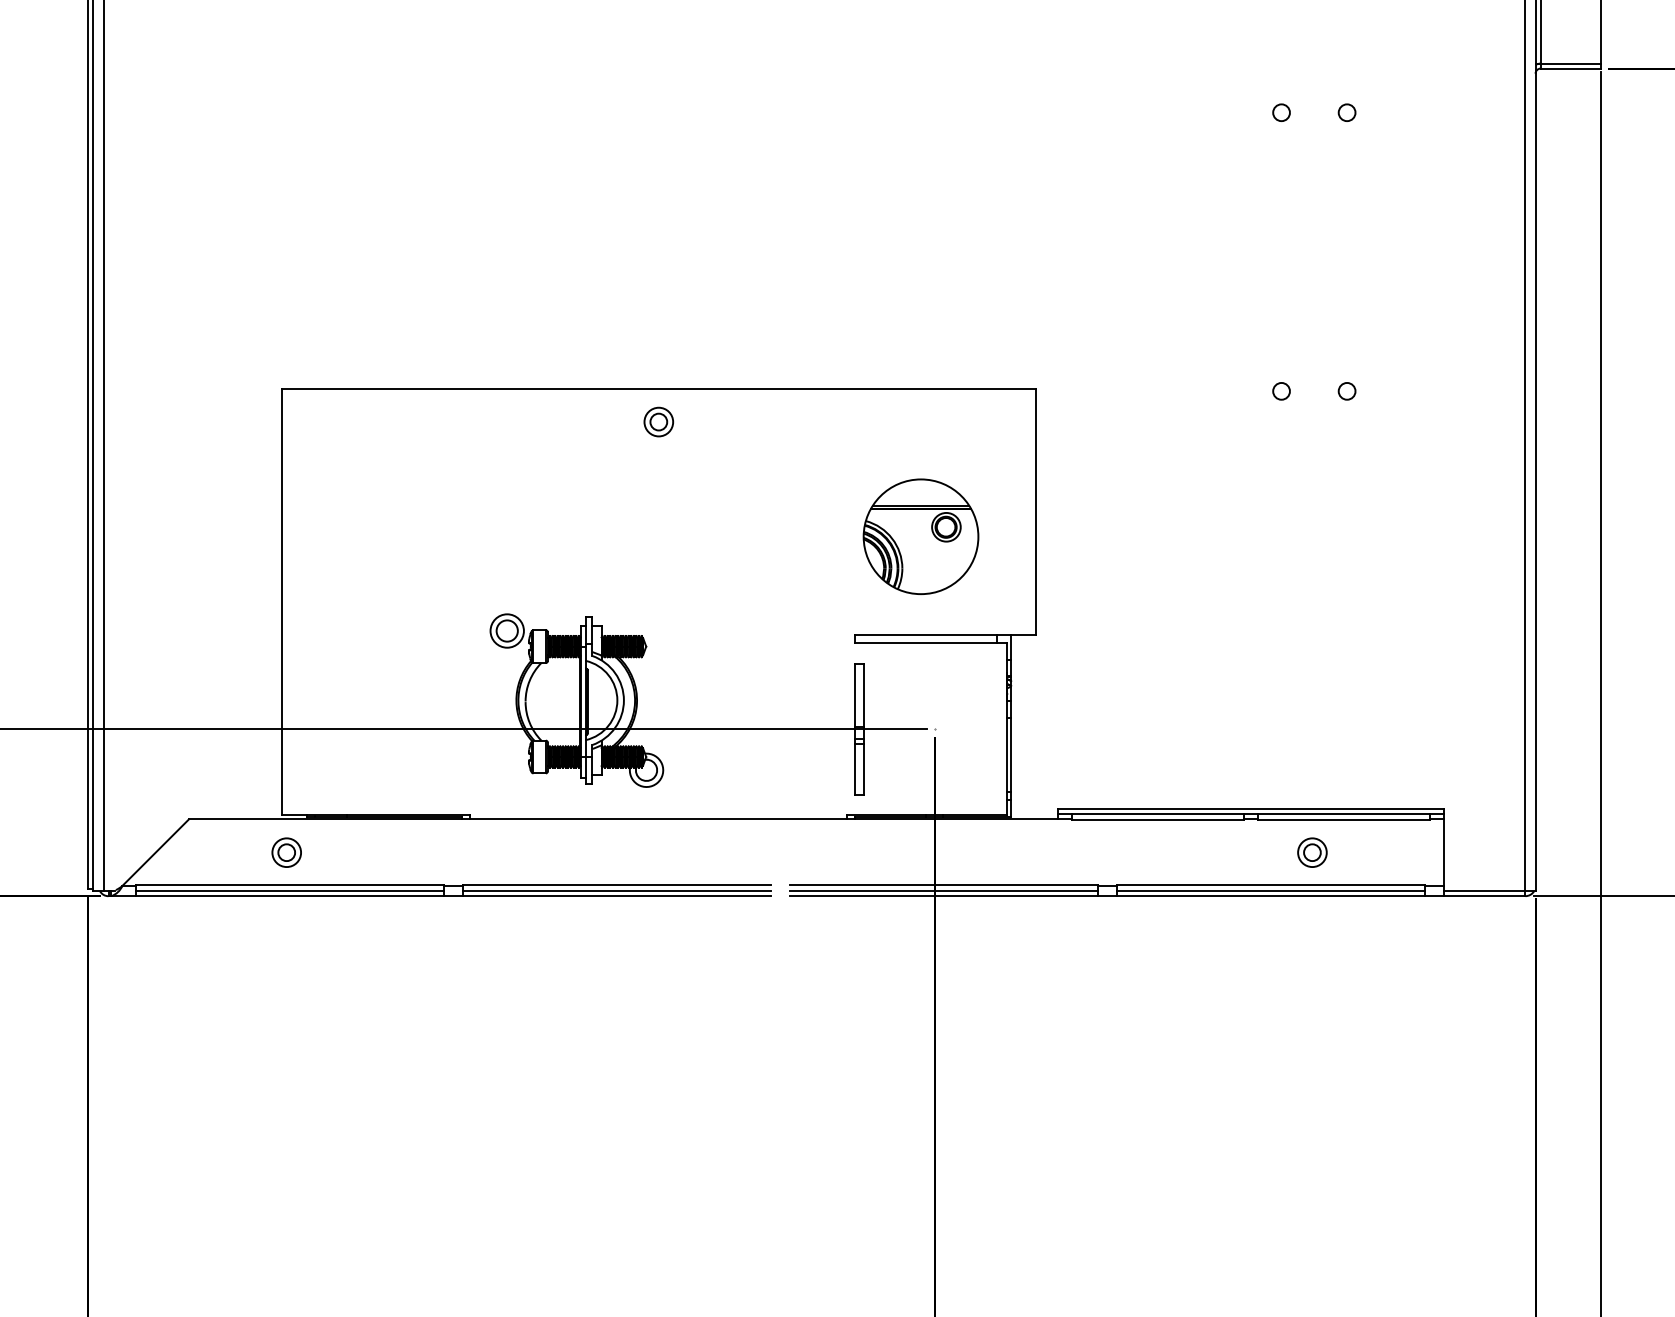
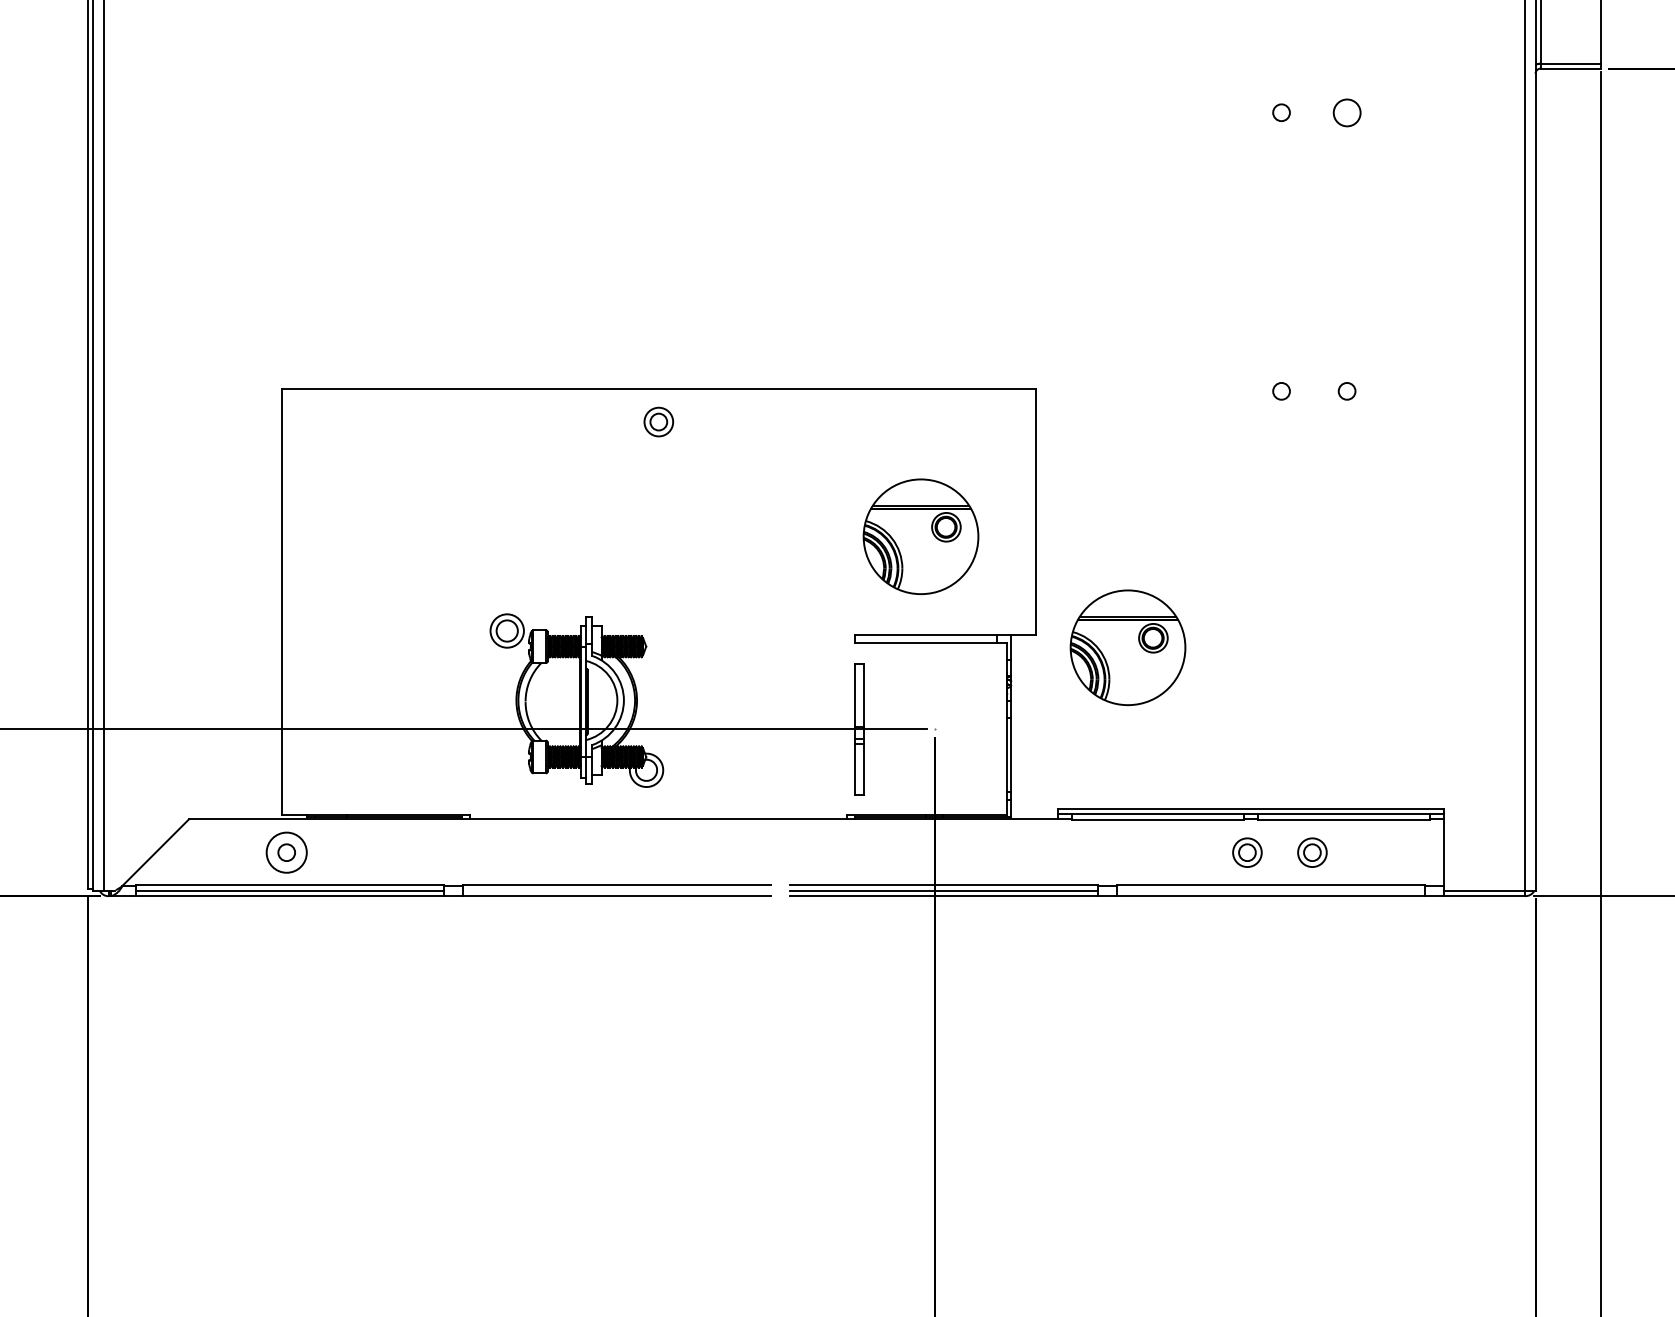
circle at (1346, 112) size: 20x19 px -> 30x30 px
part at (1127, 647): none -> present
circle at (286, 852) diameter: 29 px -> 40 px
part at (1247, 852): none -> present
line at (616, 891): present -> none
line at (1270, 891): present -> none
